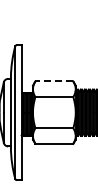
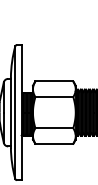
line at (54, 81): dashed -> solid
